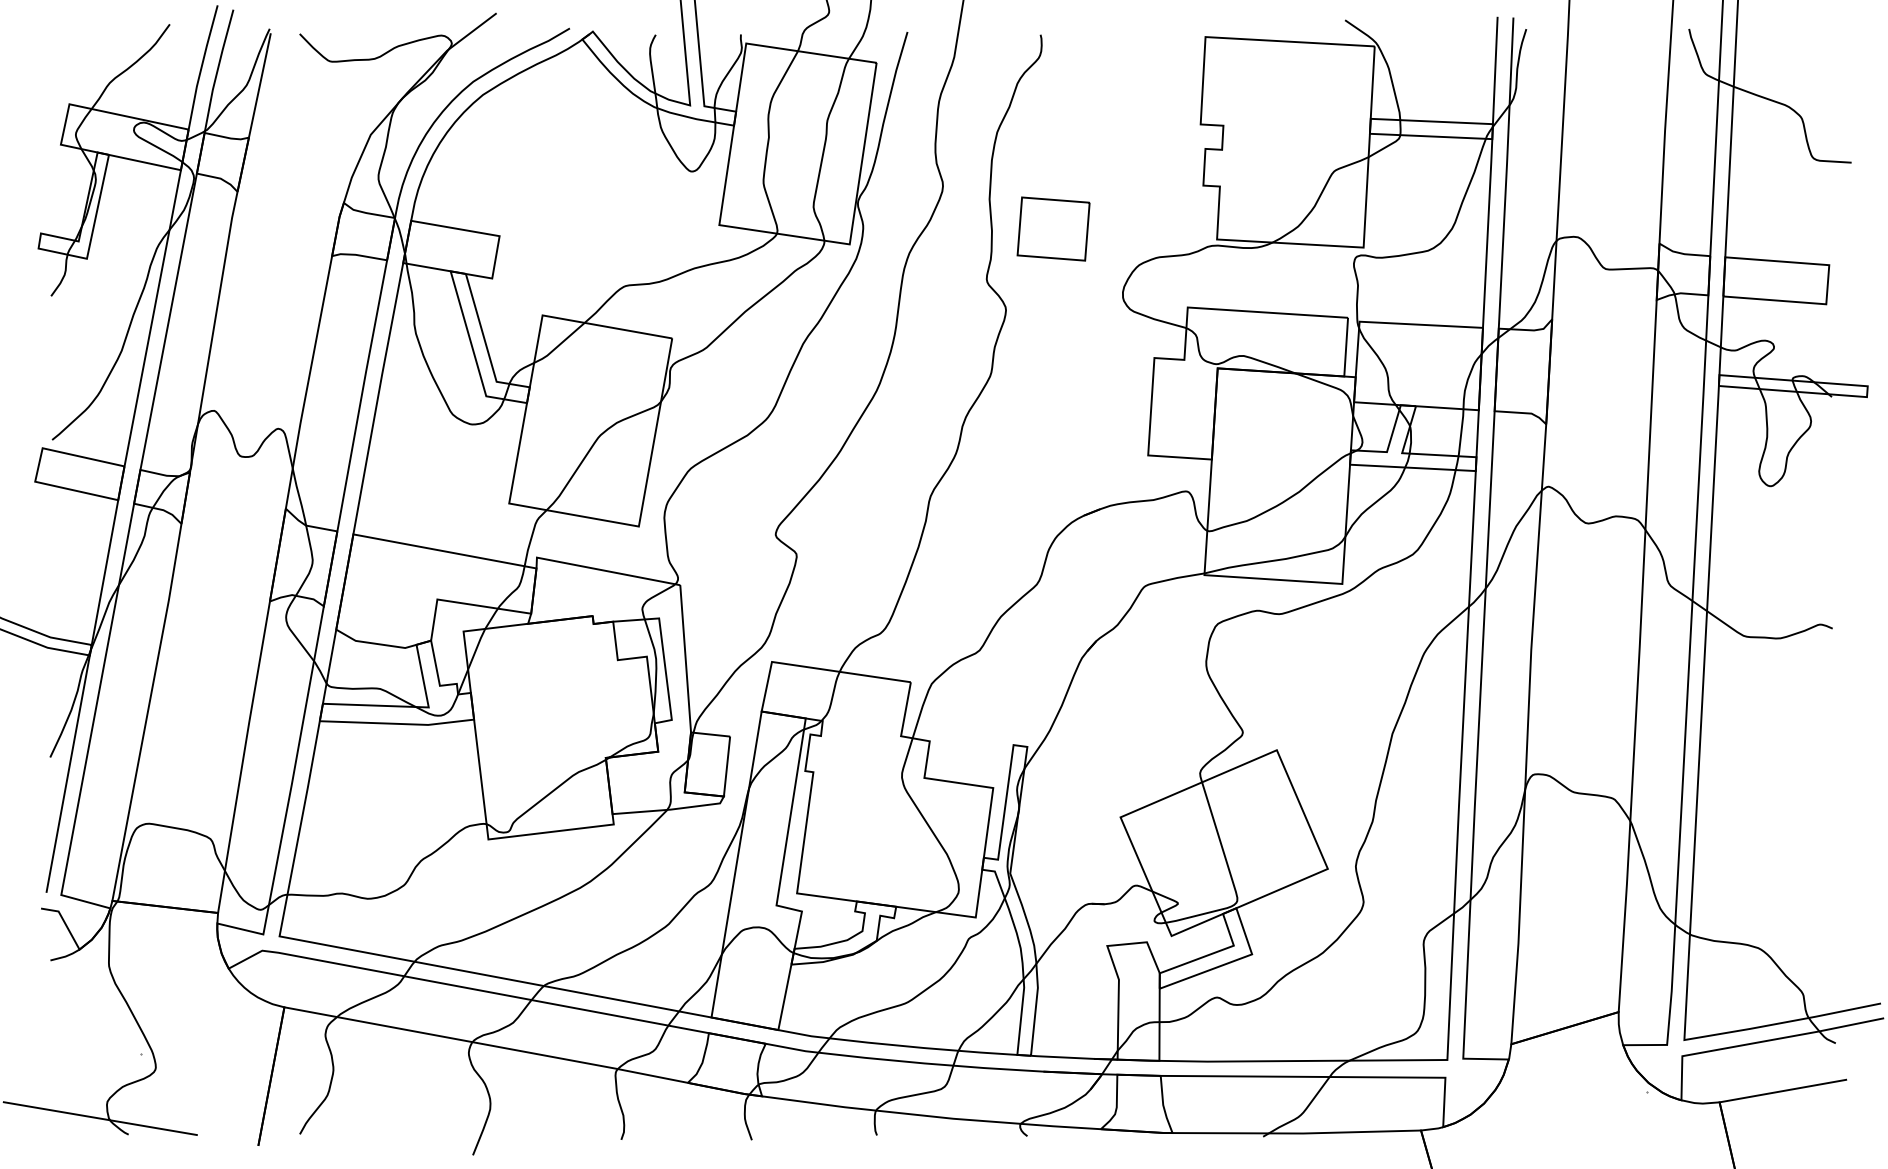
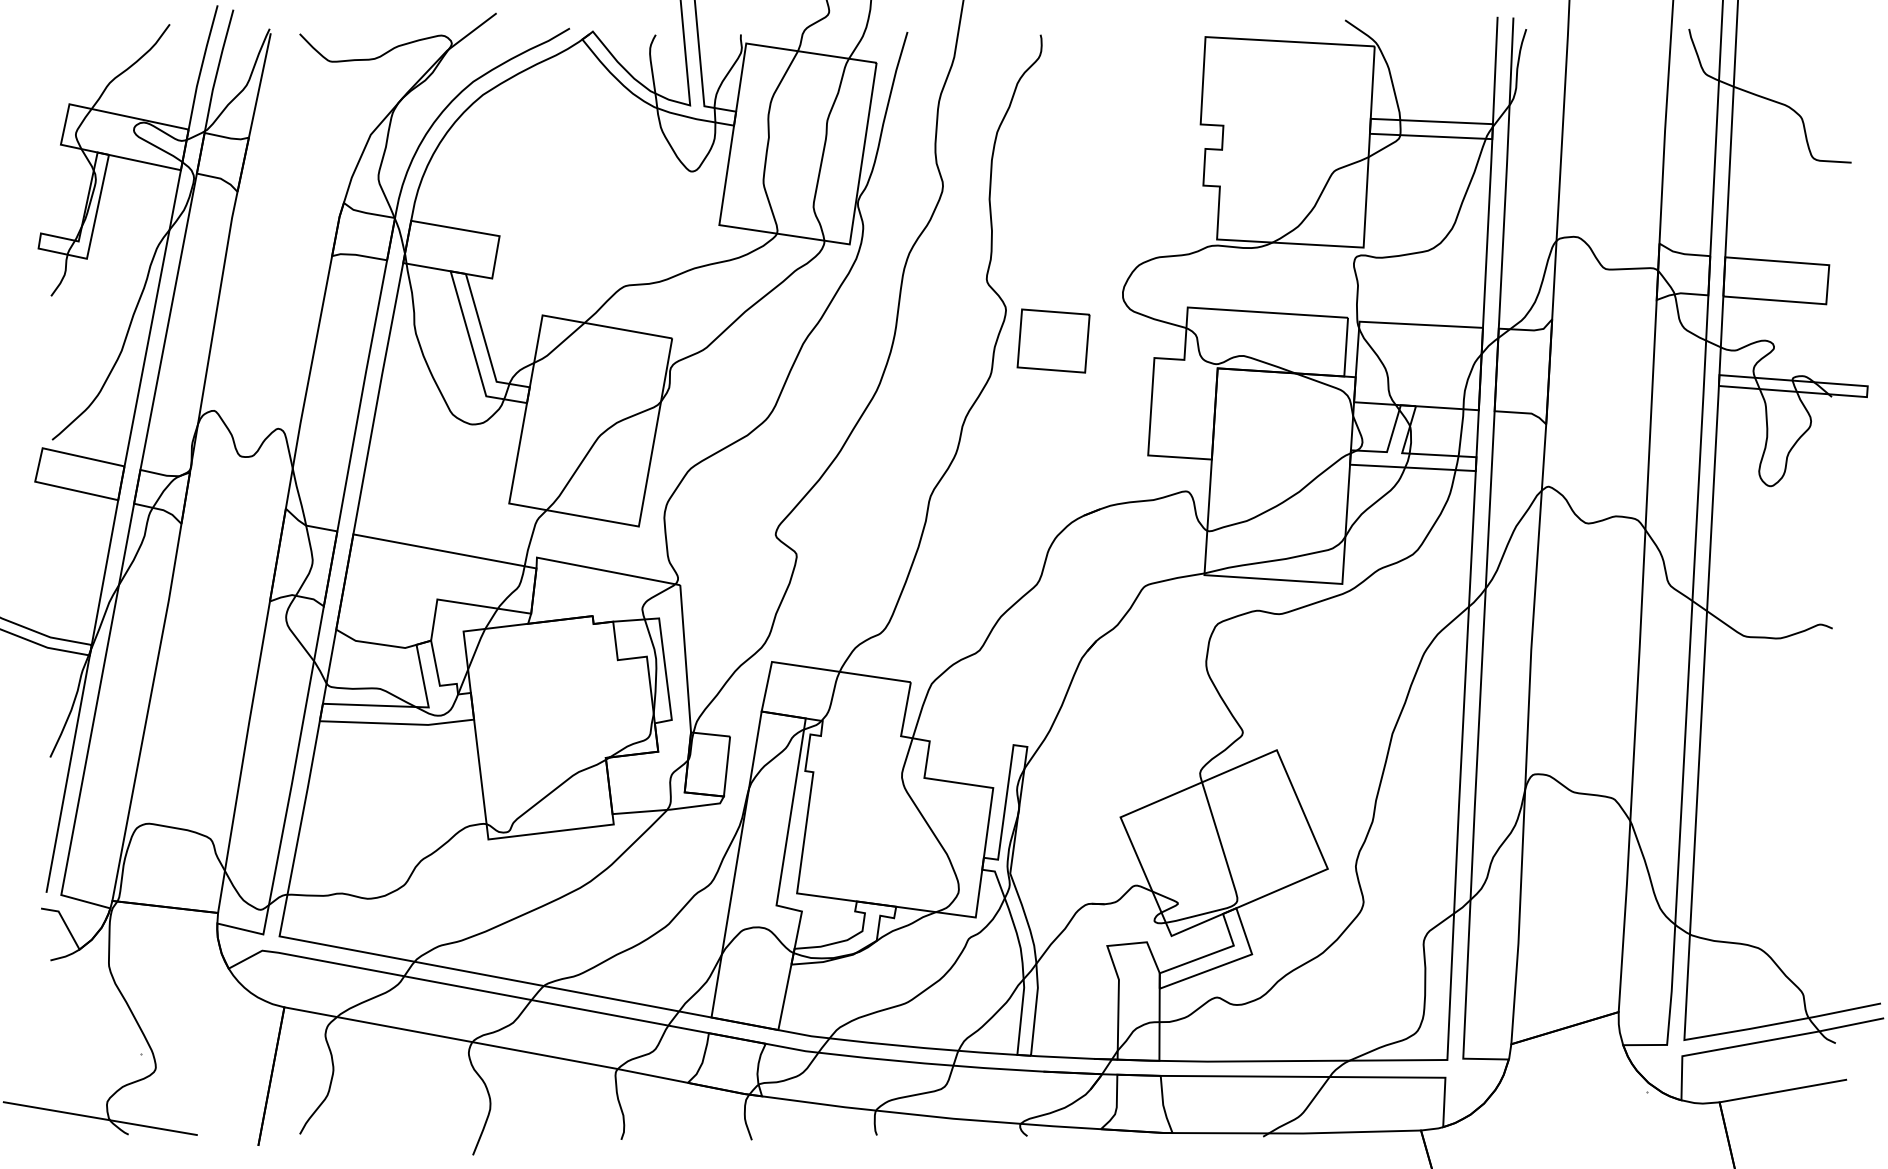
part at (1053, 228) position: (1053, 228) -> (1053, 340)
